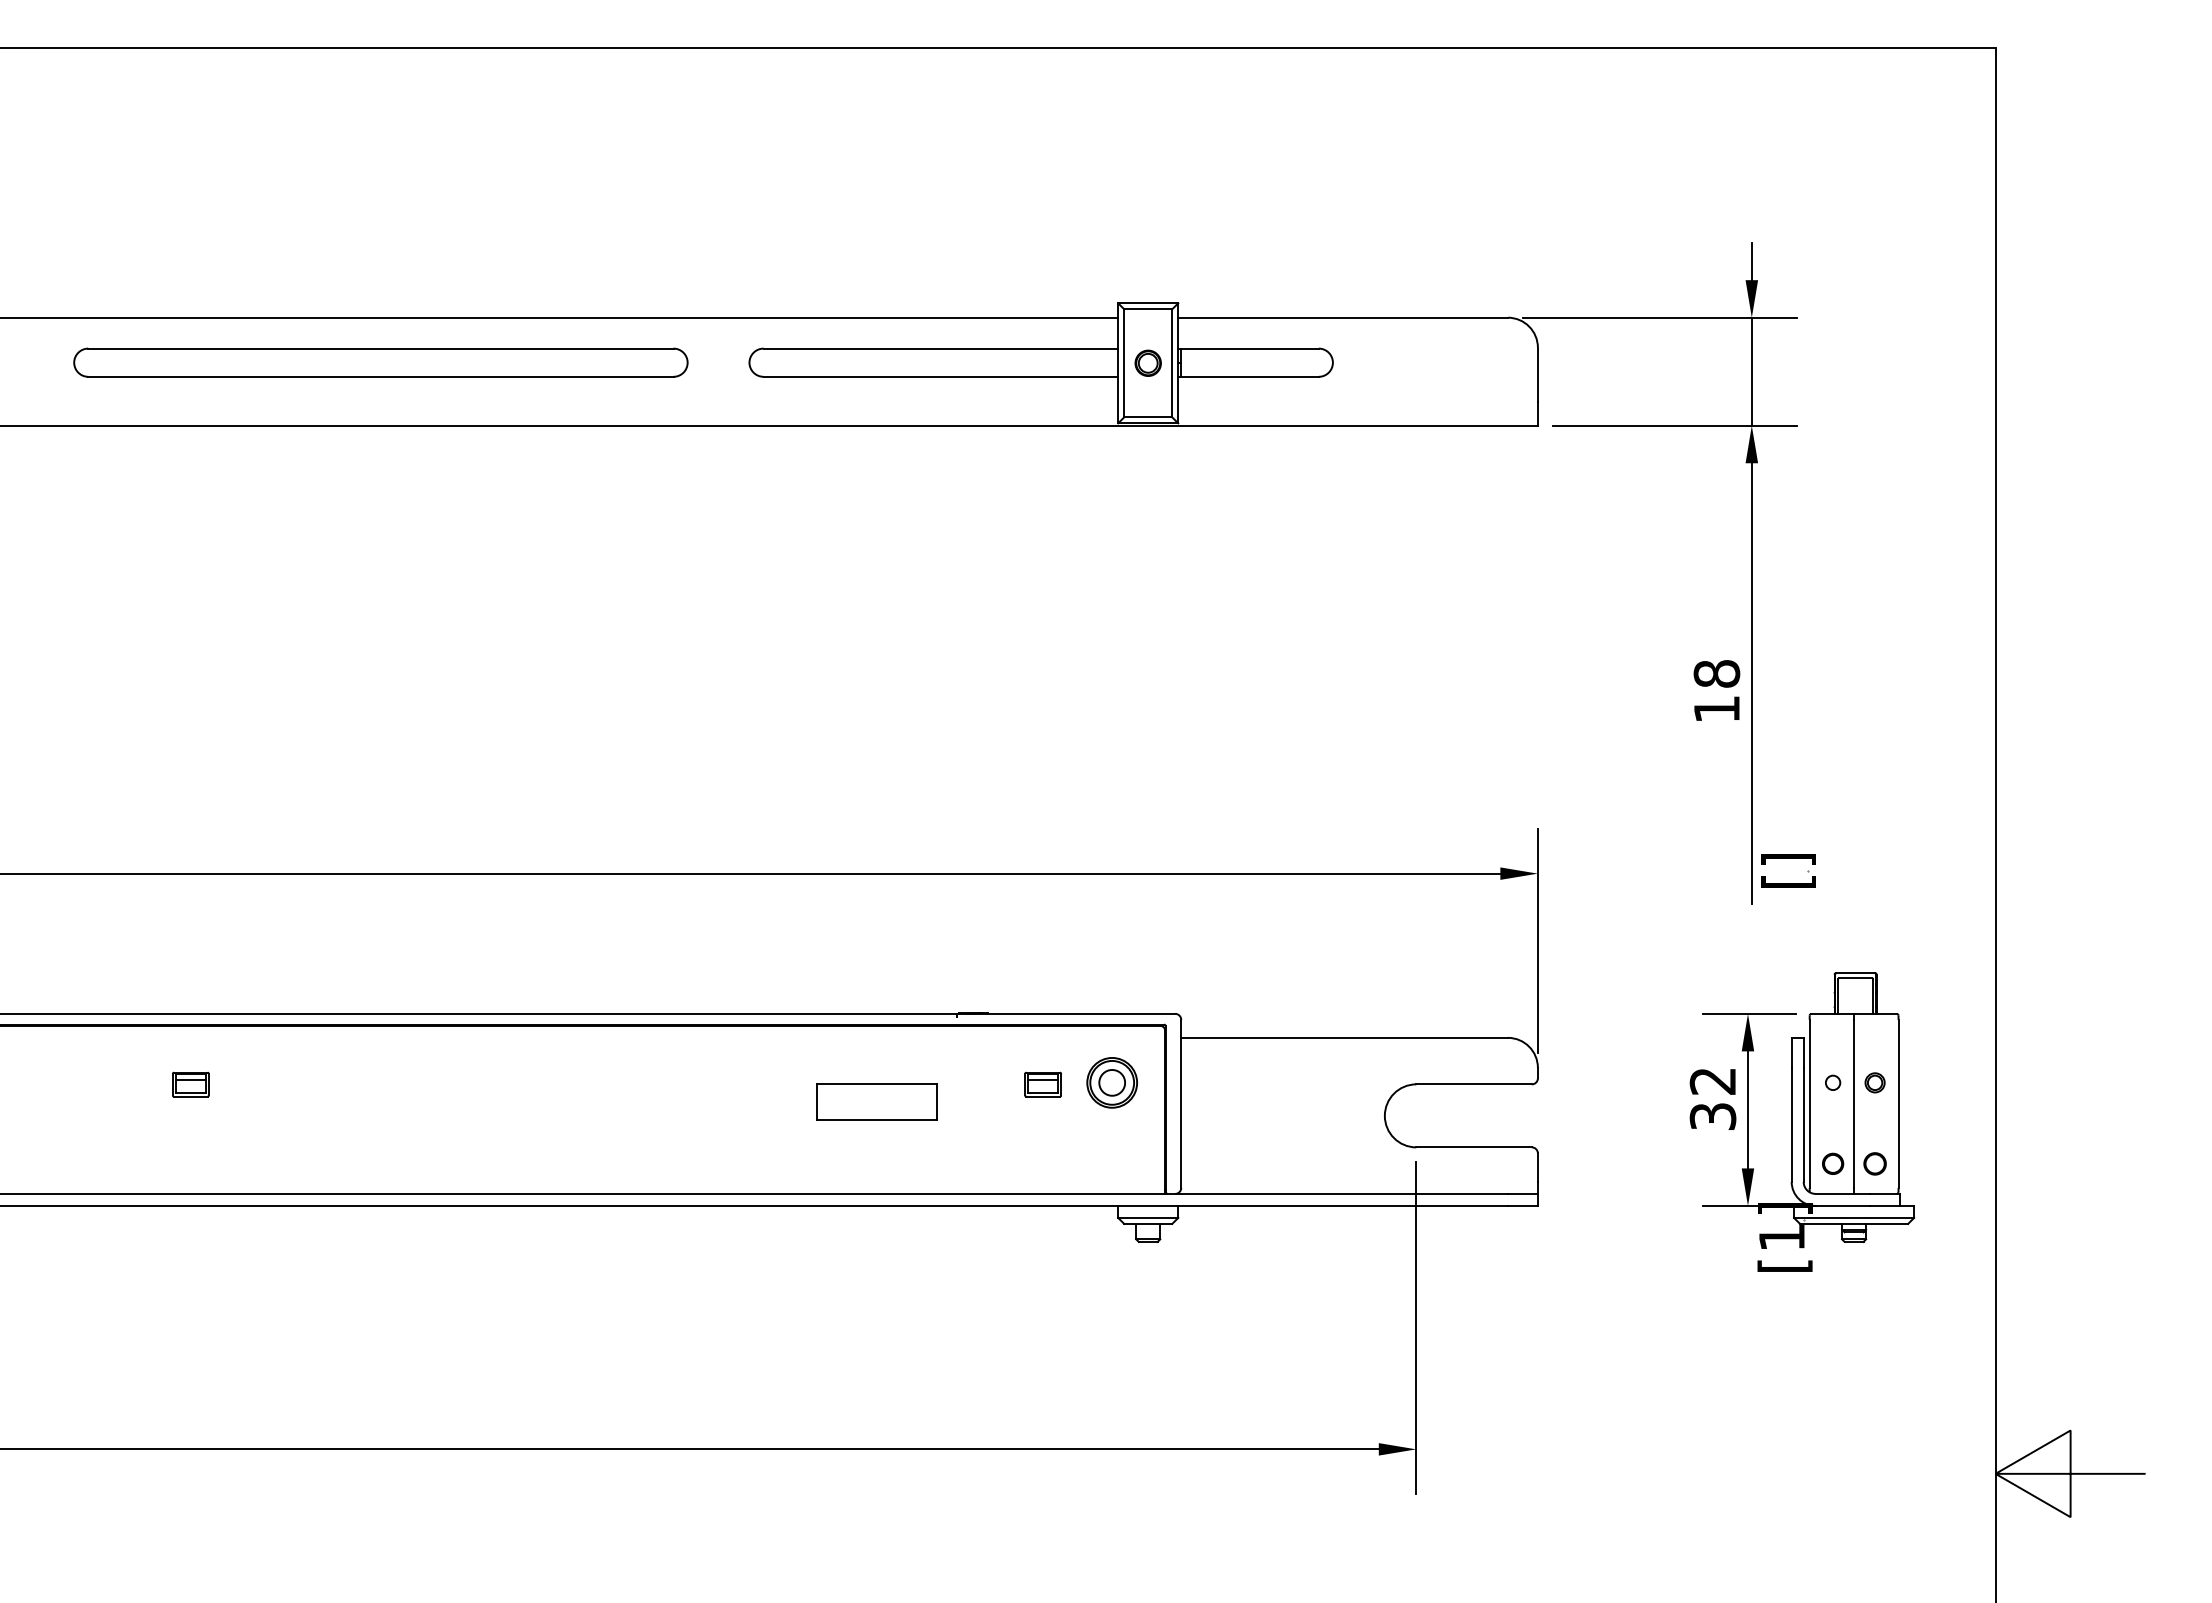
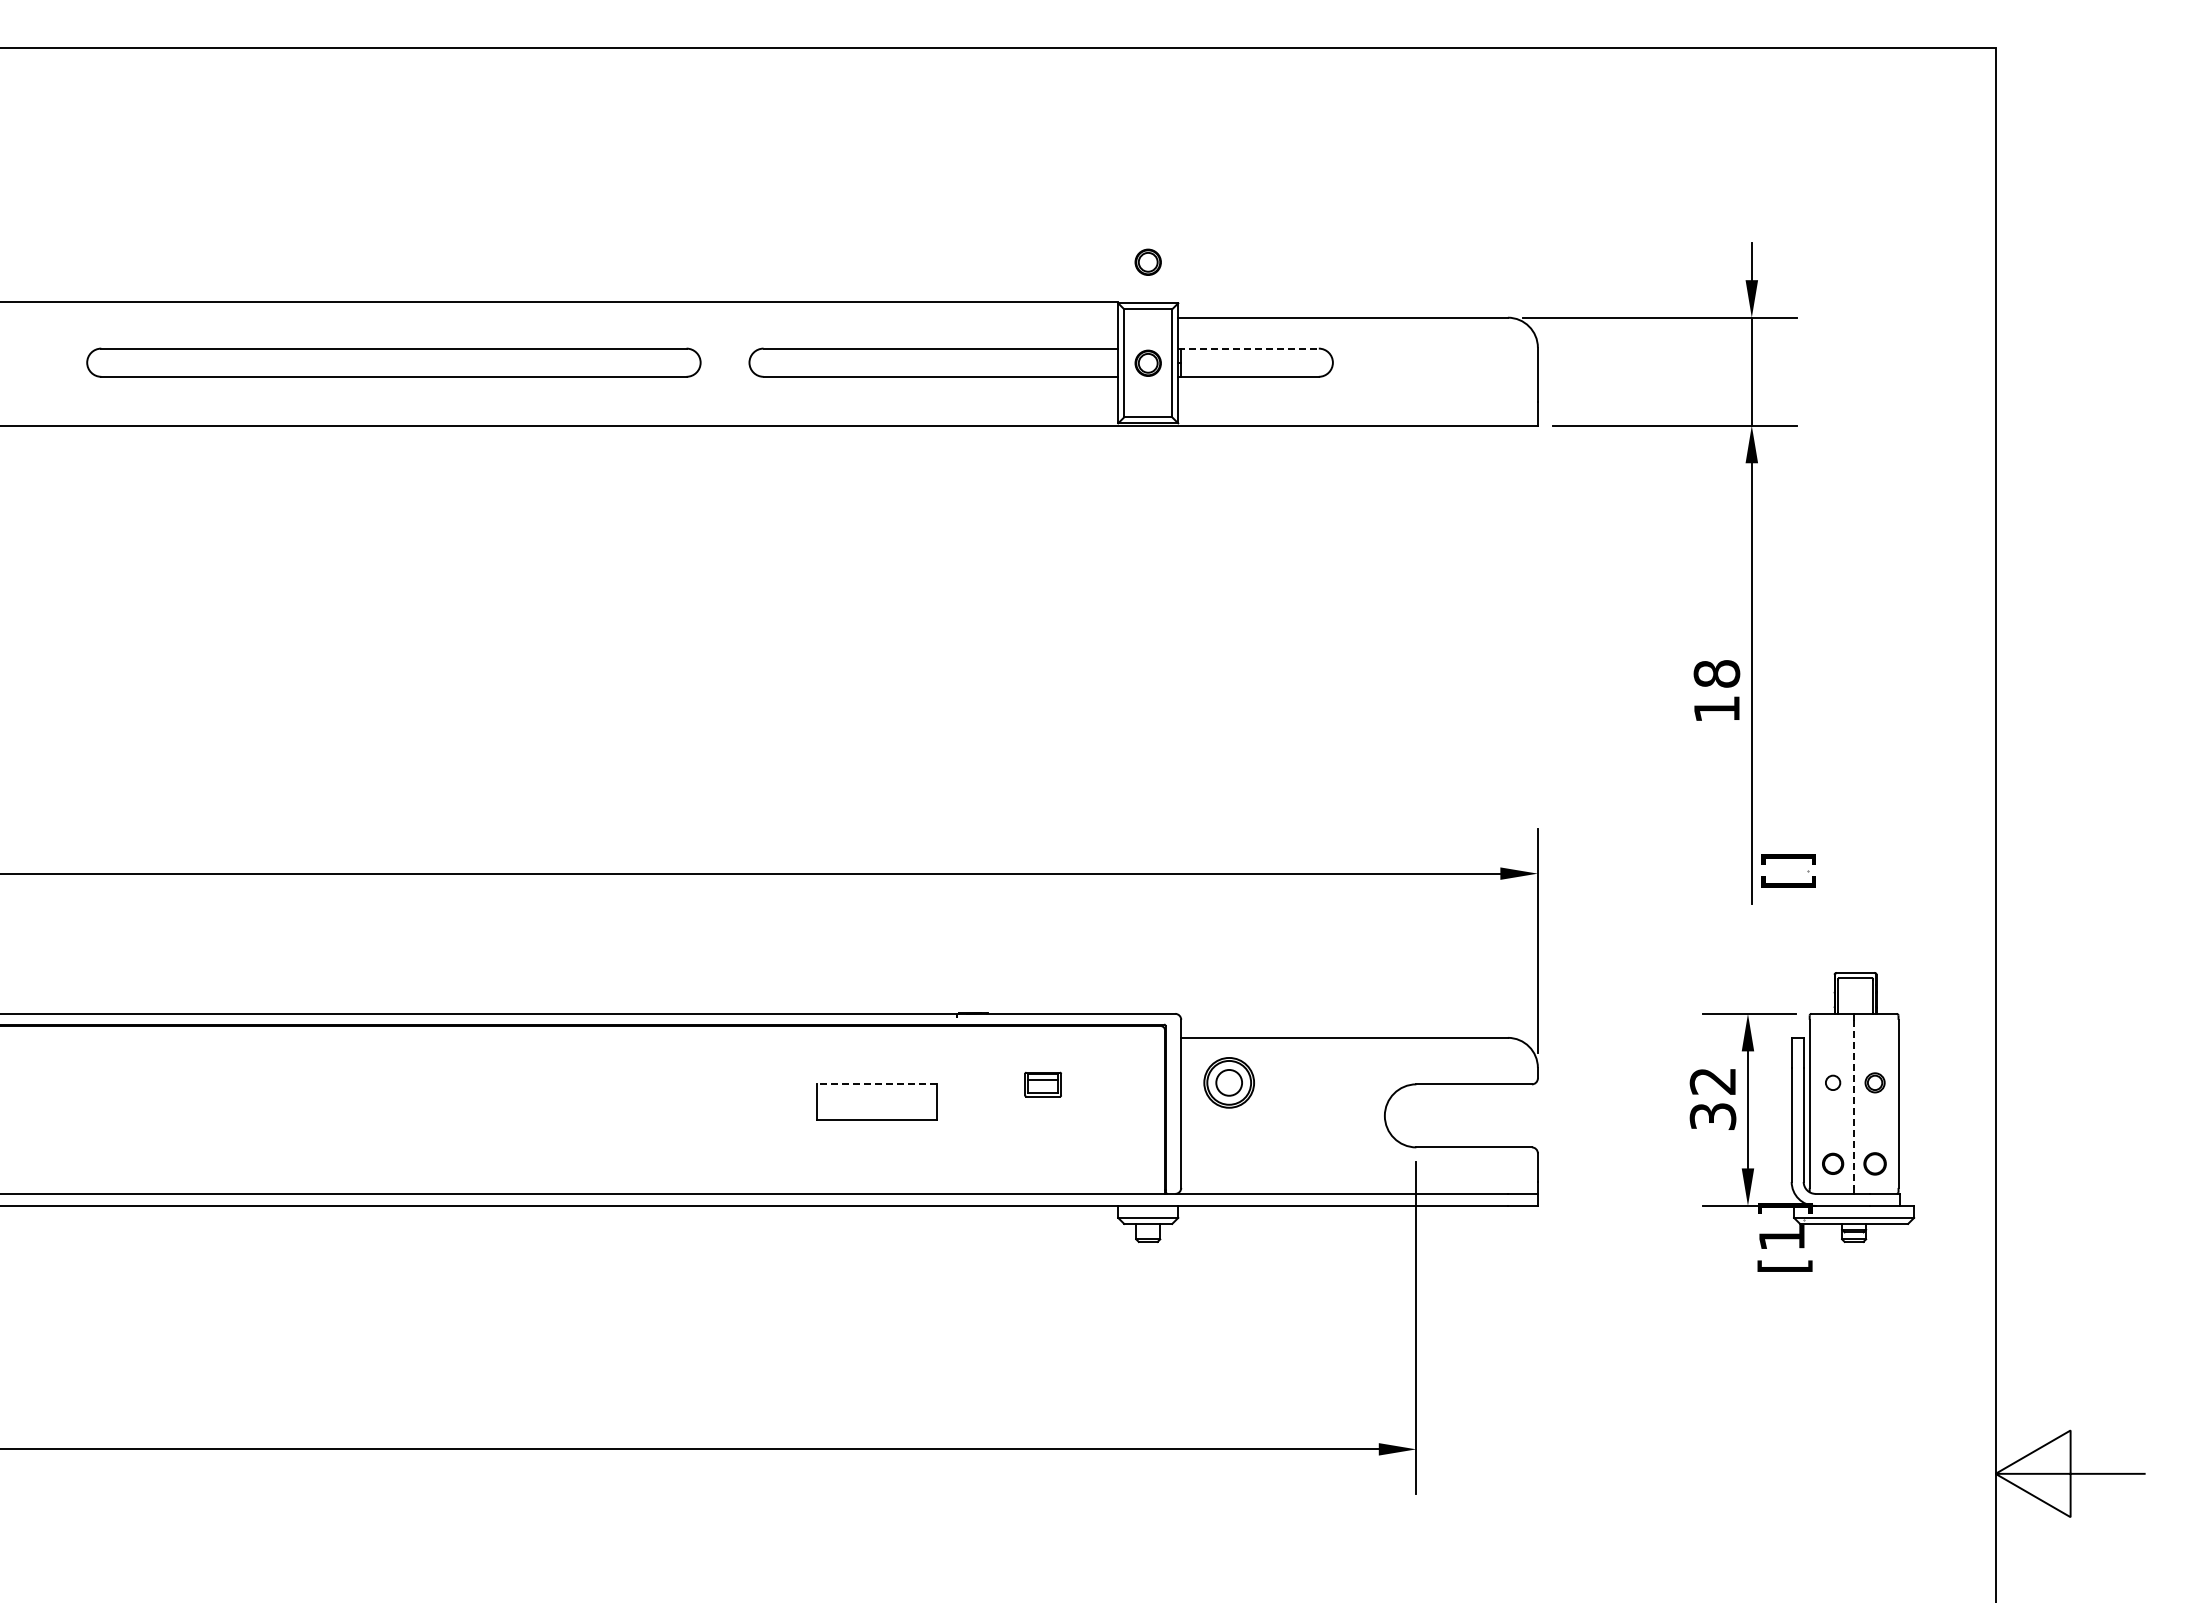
part at (1147, 261): none -> present
line at (560, 317) position: (560, 317) -> (560, 301)
line at (1249, 348): solid -> dashed
part at (380, 362) position: (380, 362) -> (393, 362)
part at (1111, 1082) position: (1111, 1082) -> (1228, 1082)
part at (190, 1084): present -> none
line at (876, 1084): solid -> dashed
line at (1854, 1104): solid -> dashed
